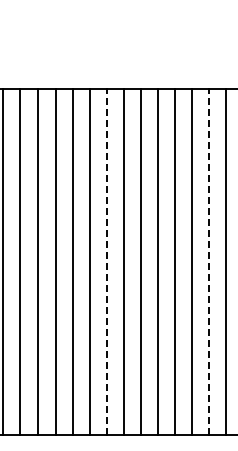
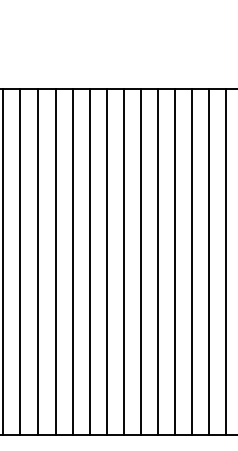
line at (107, 261): dashed -> solid
line at (208, 261): dashed -> solid
